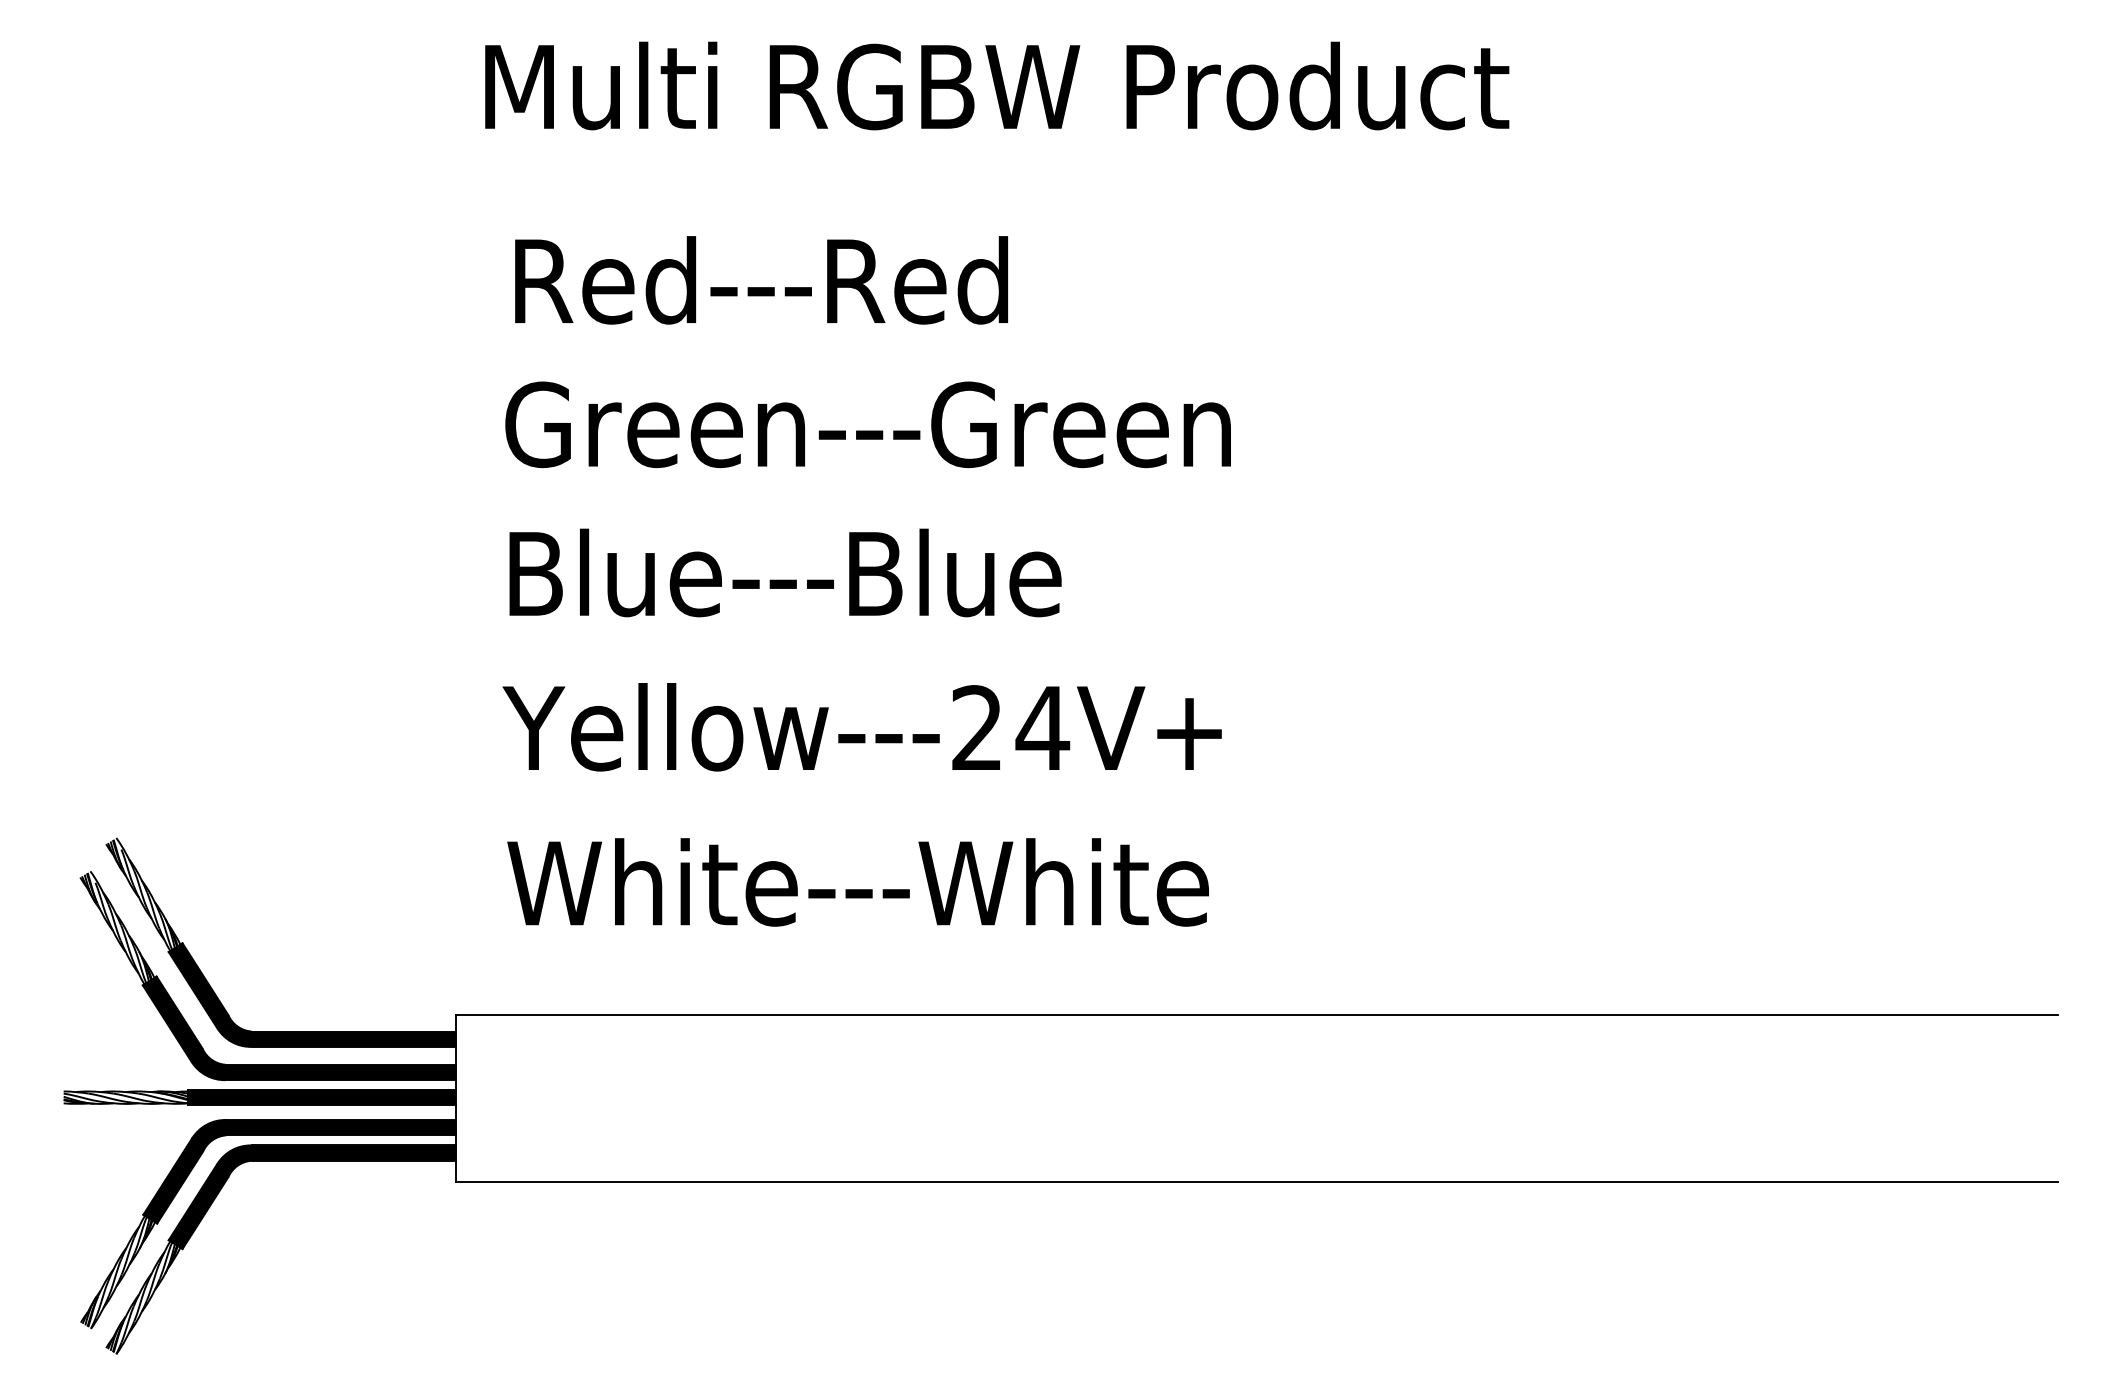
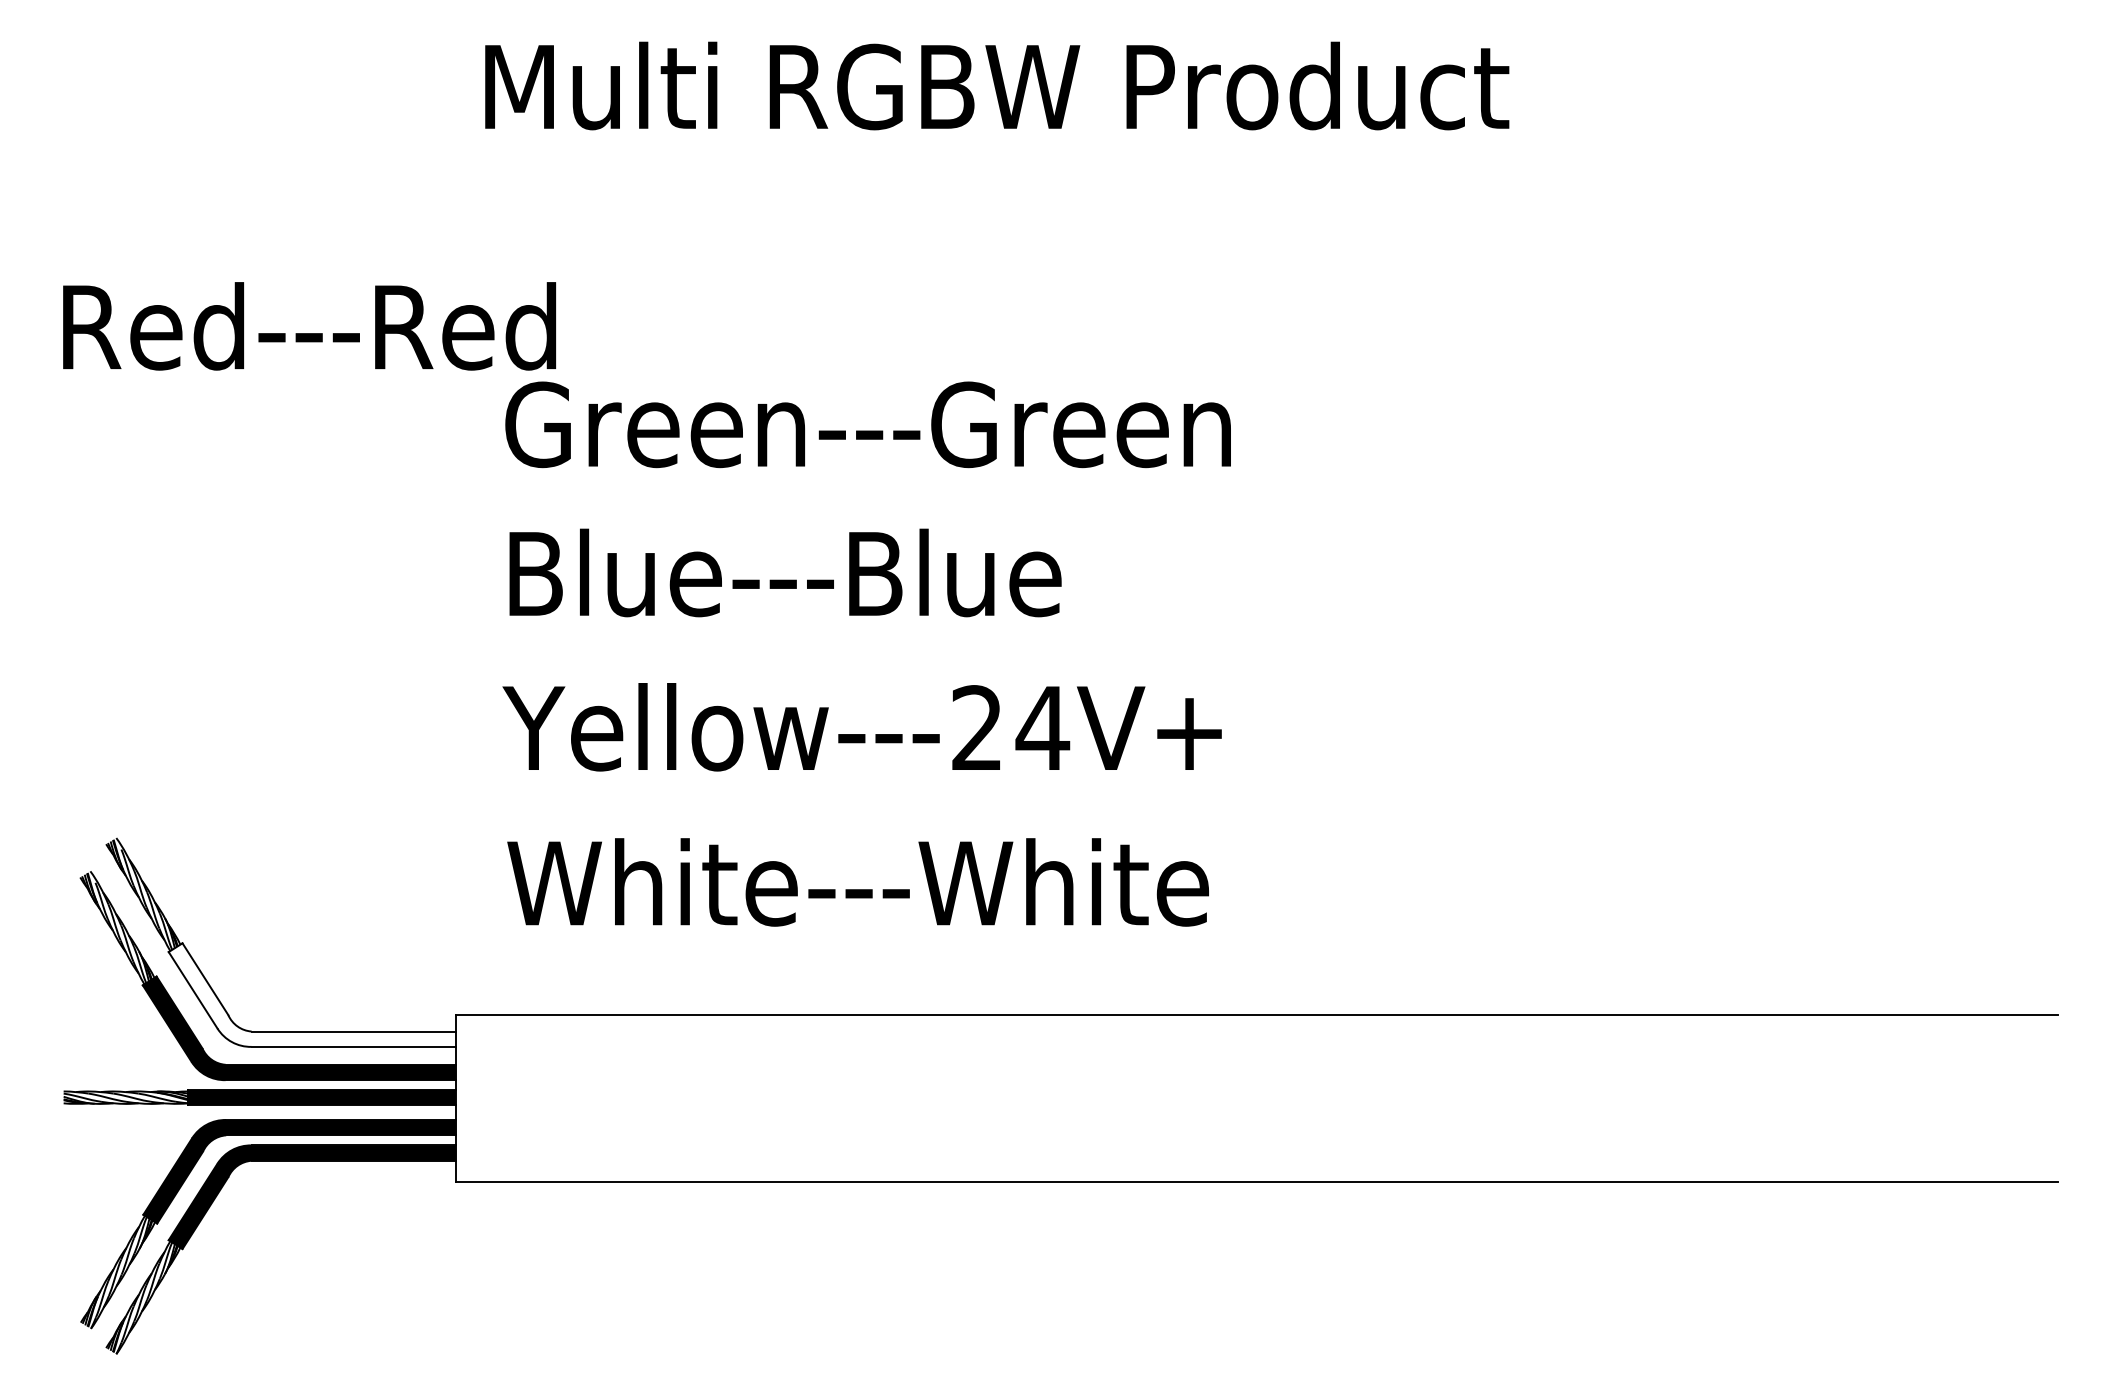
text at (761, 280) position: (761, 280) -> (309, 326)
fill at (312, 985): present -> none
